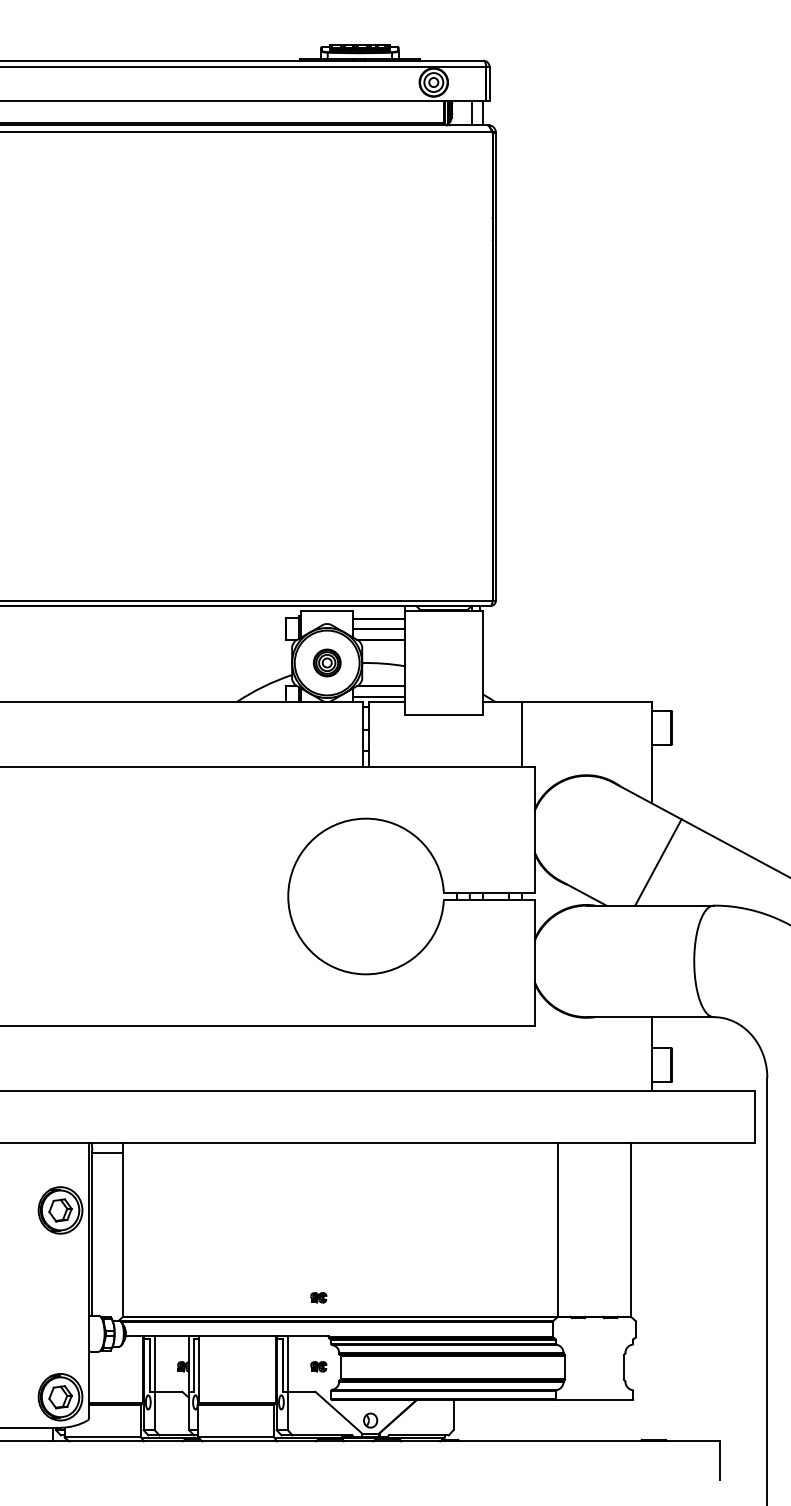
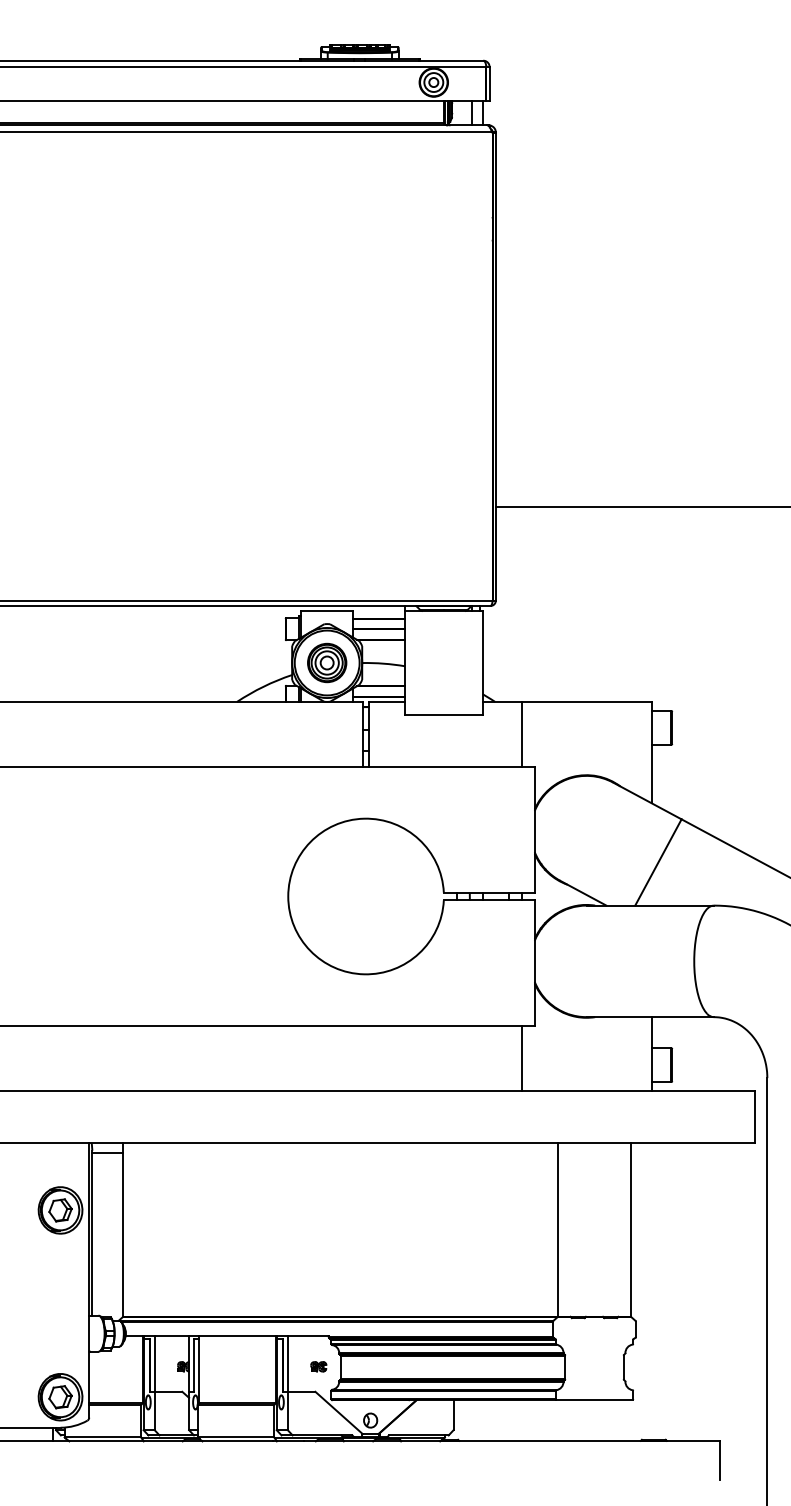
line at (641, 507): none -> present
part at (327, 662) size: 29x30 px -> 41x42 px
line at (521, 1058): none -> present
part at (318, 1297): present -> none
